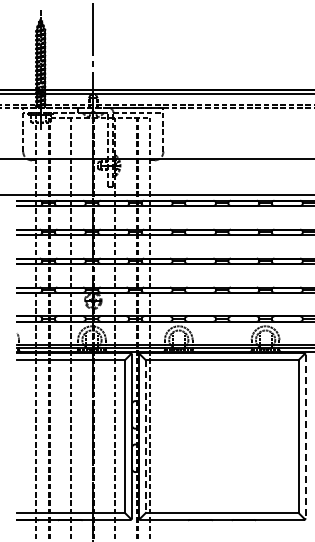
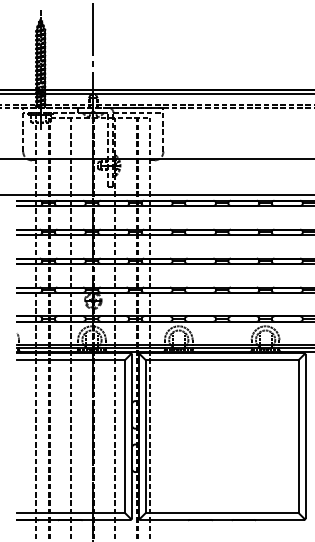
line at (305, 436): dashed -> solid
line at (145, 437): dashed -> solid
